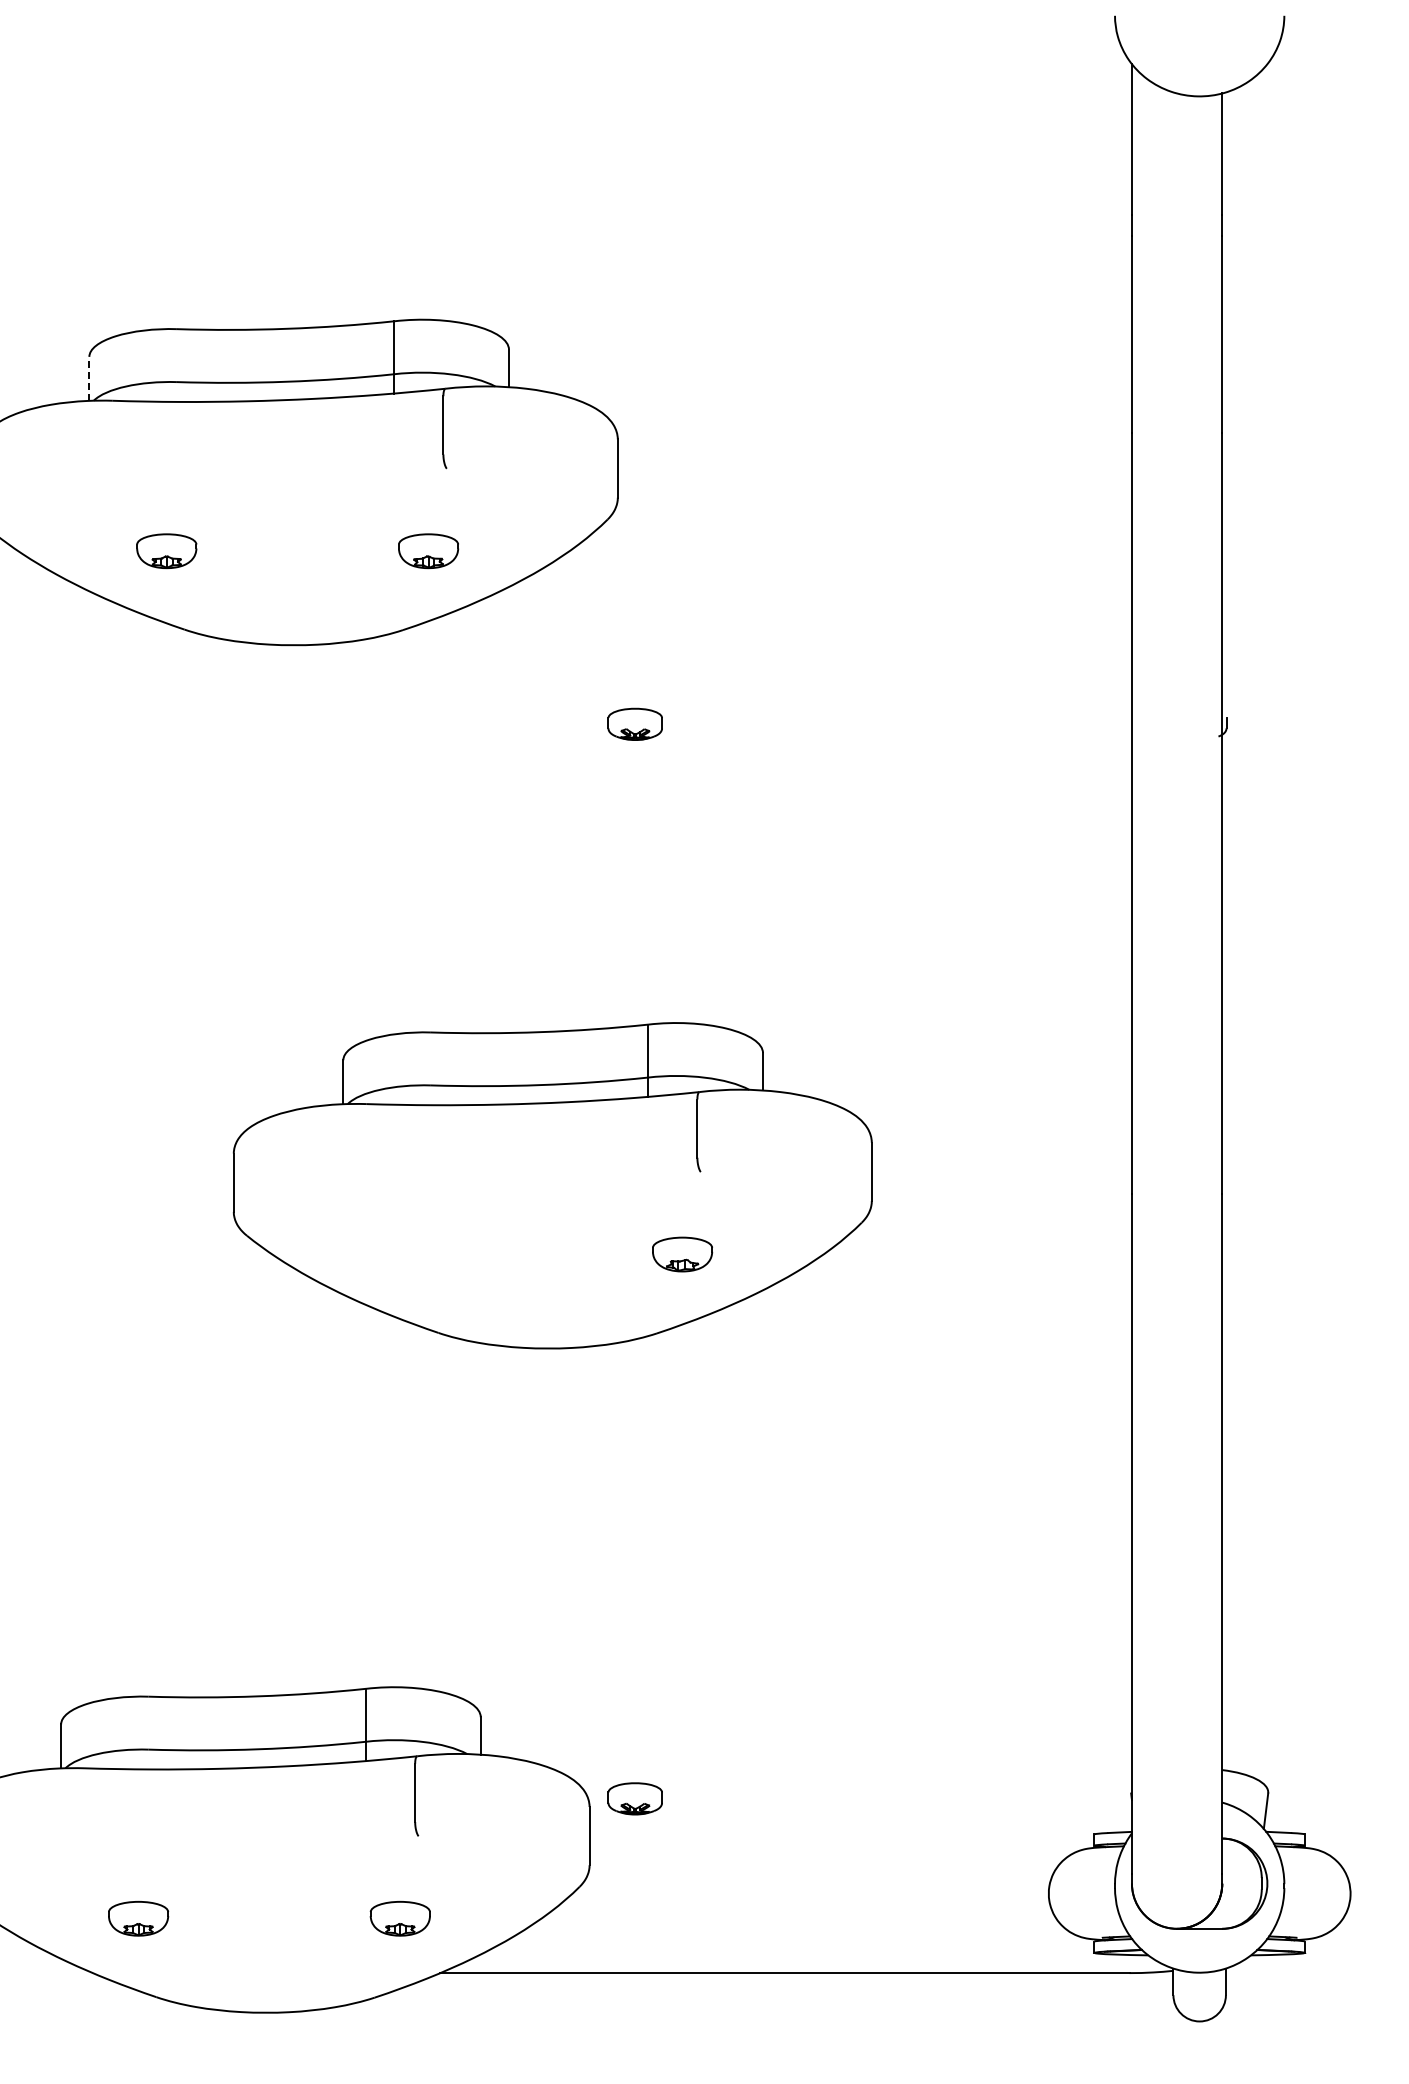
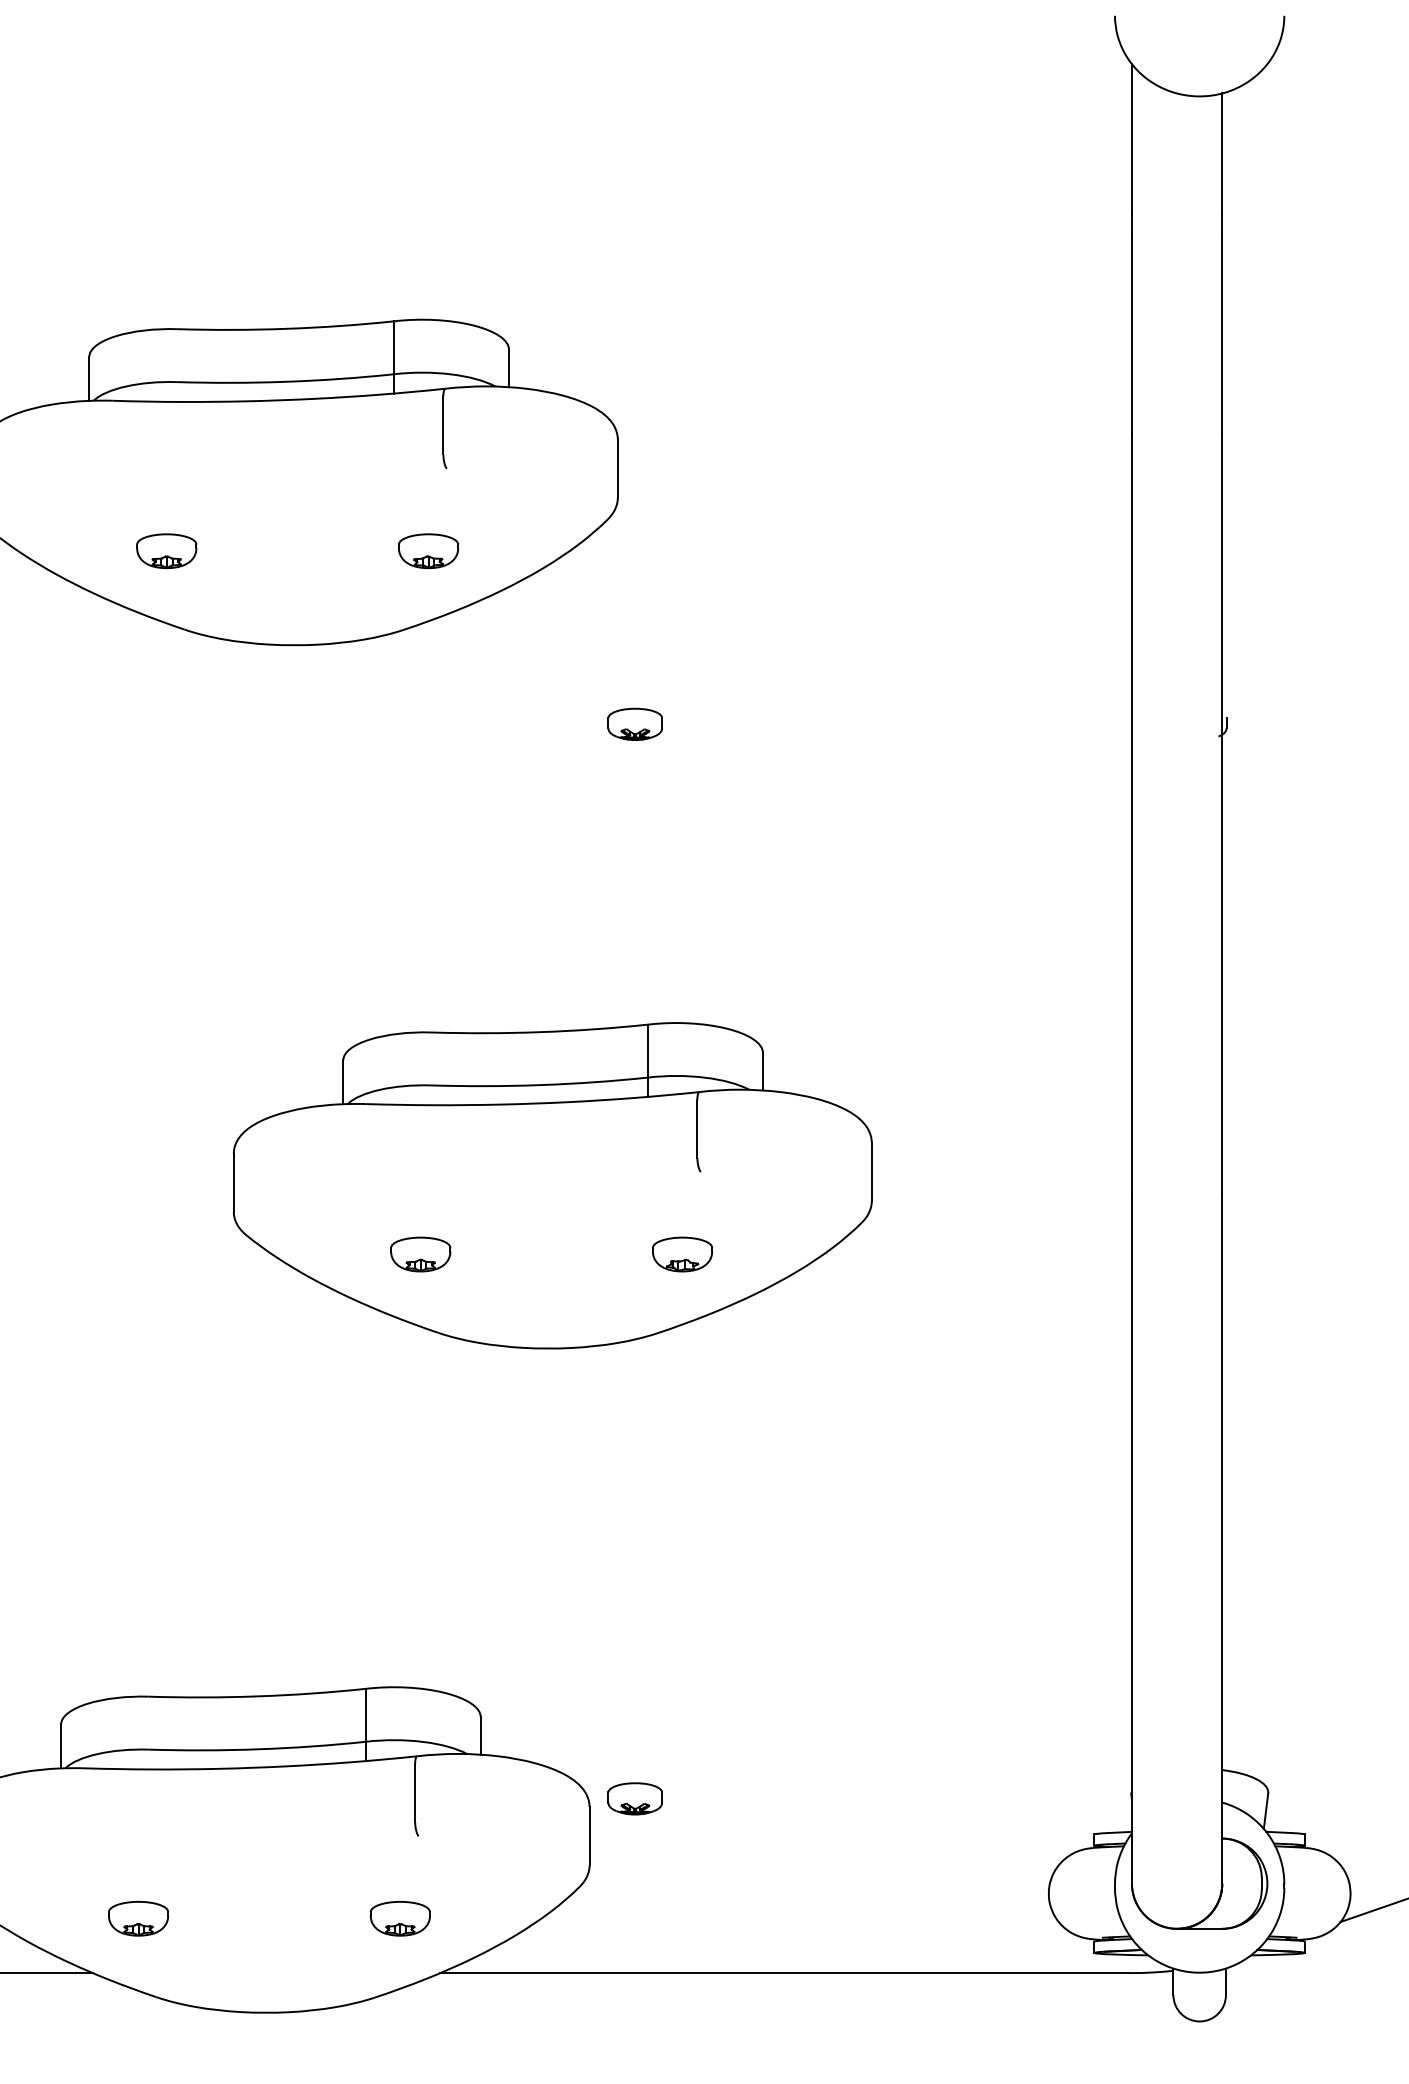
line at (89, 378): dashed -> solid
part at (420, 1254): none -> present
line at (1372, 1910): none -> present
line at (47, 1973): none -> present
